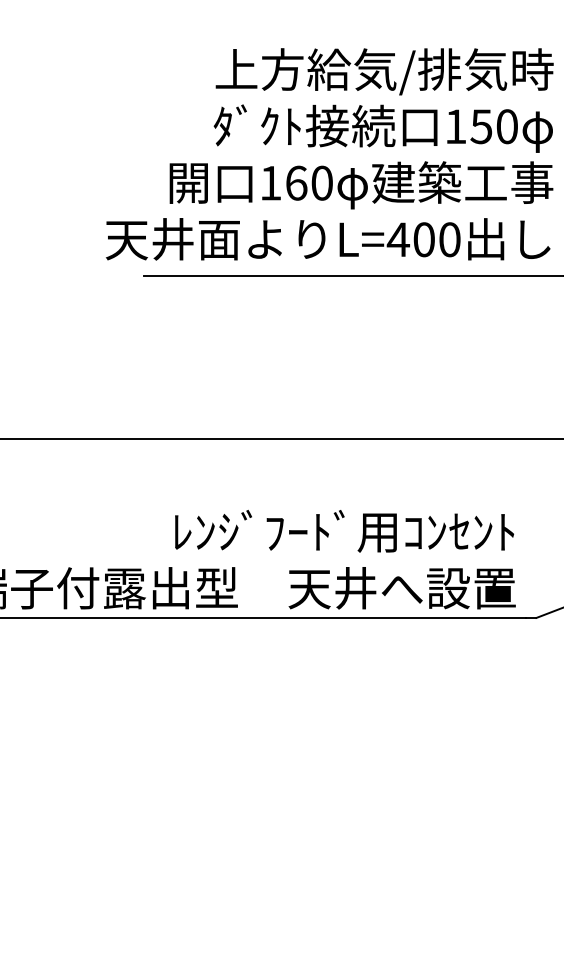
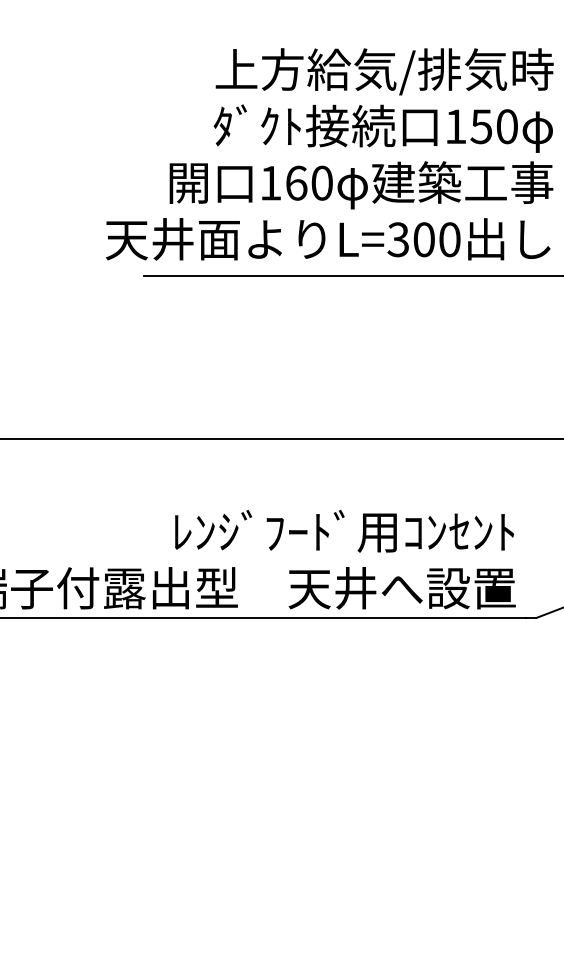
text at (398, 239): L=400 -> L=300
